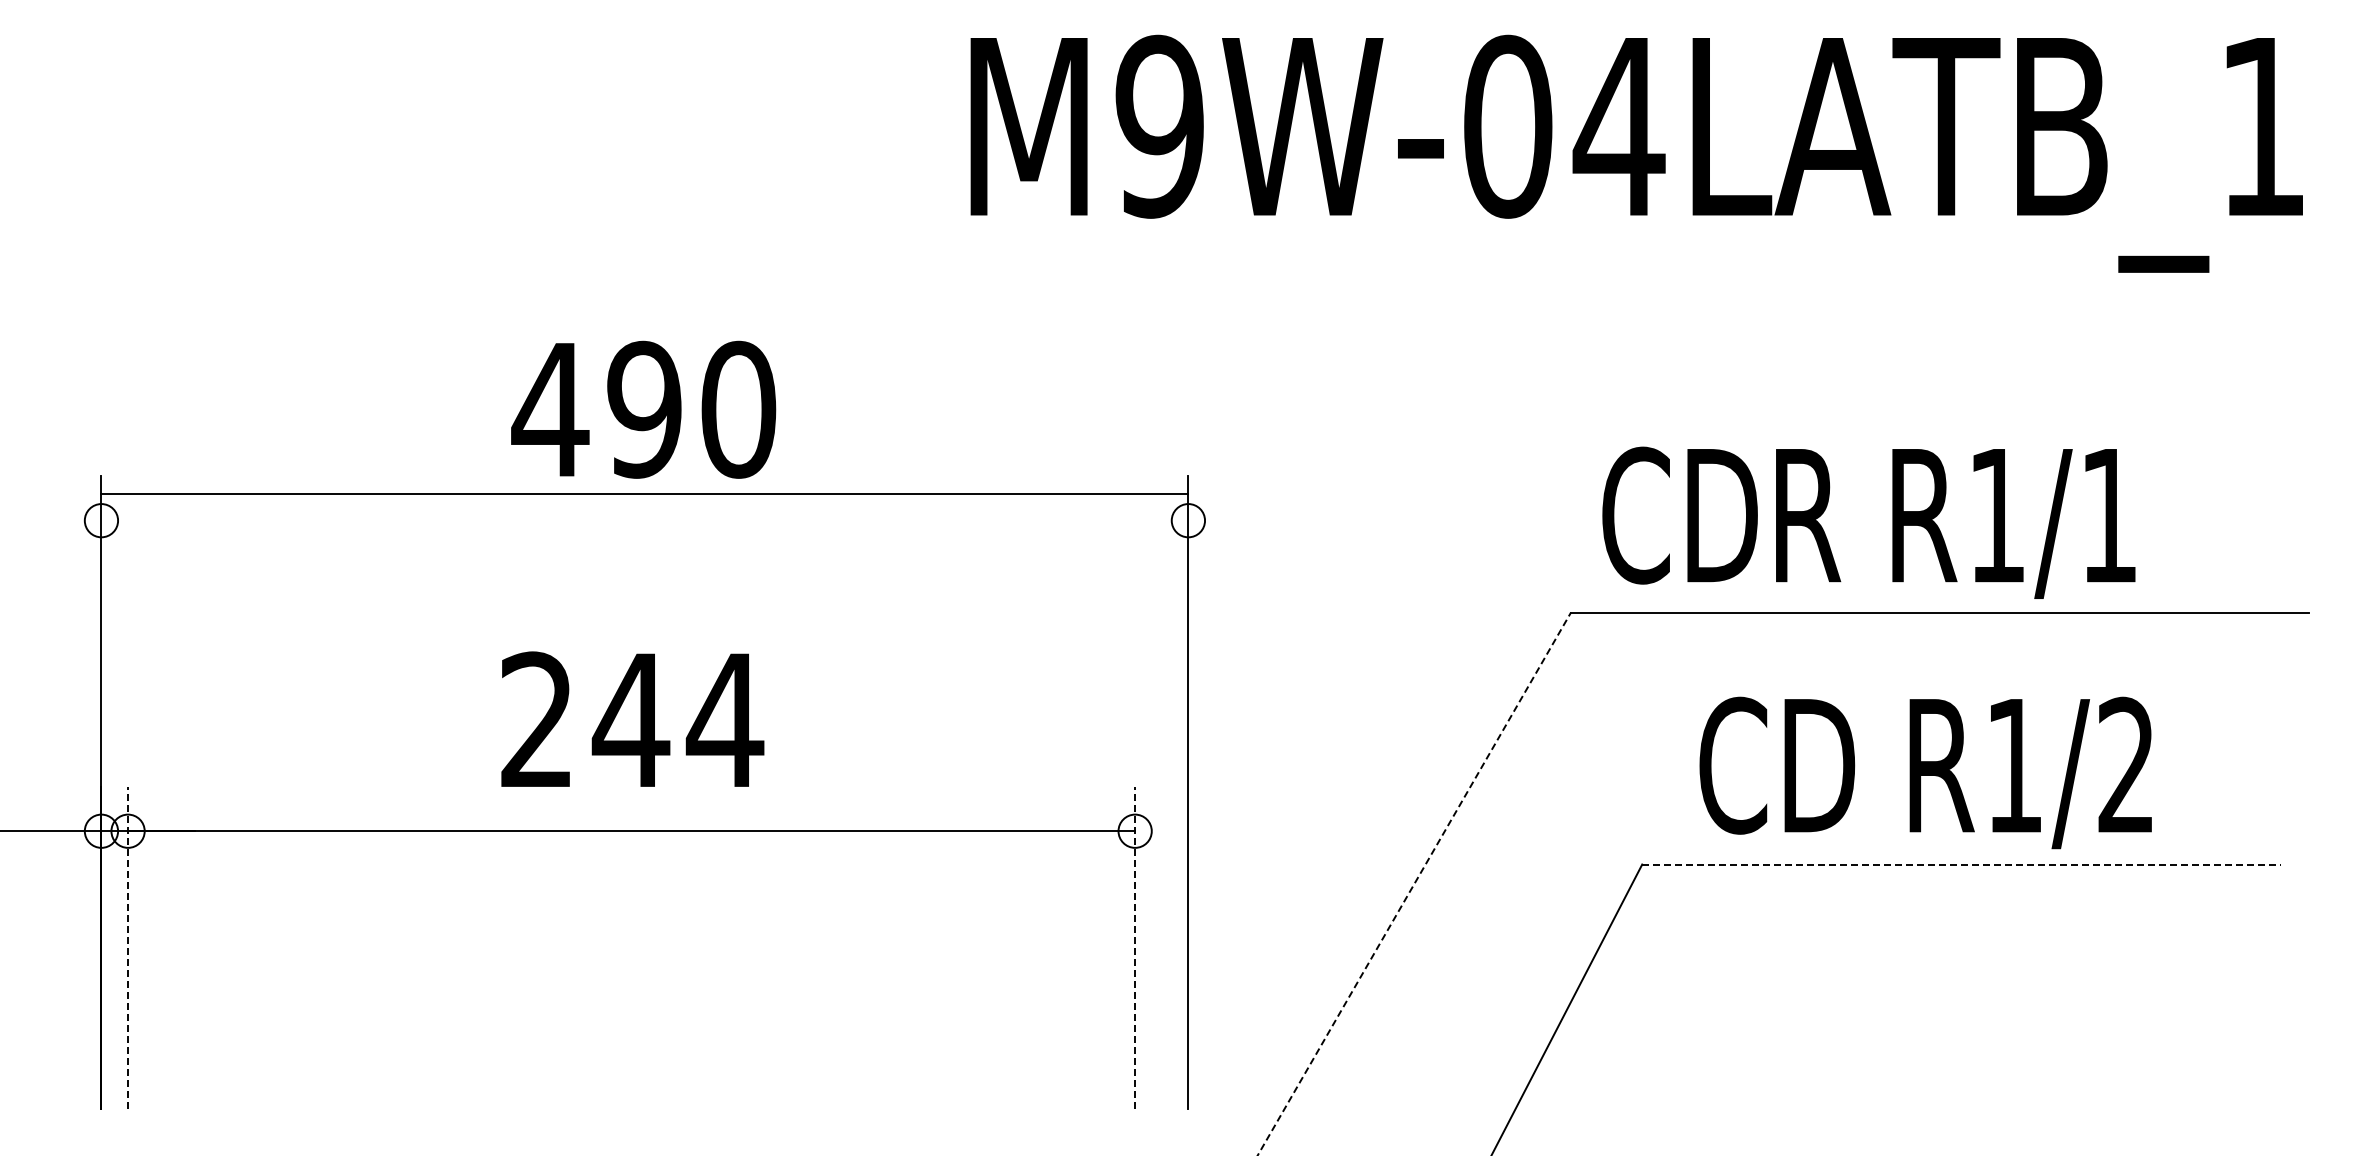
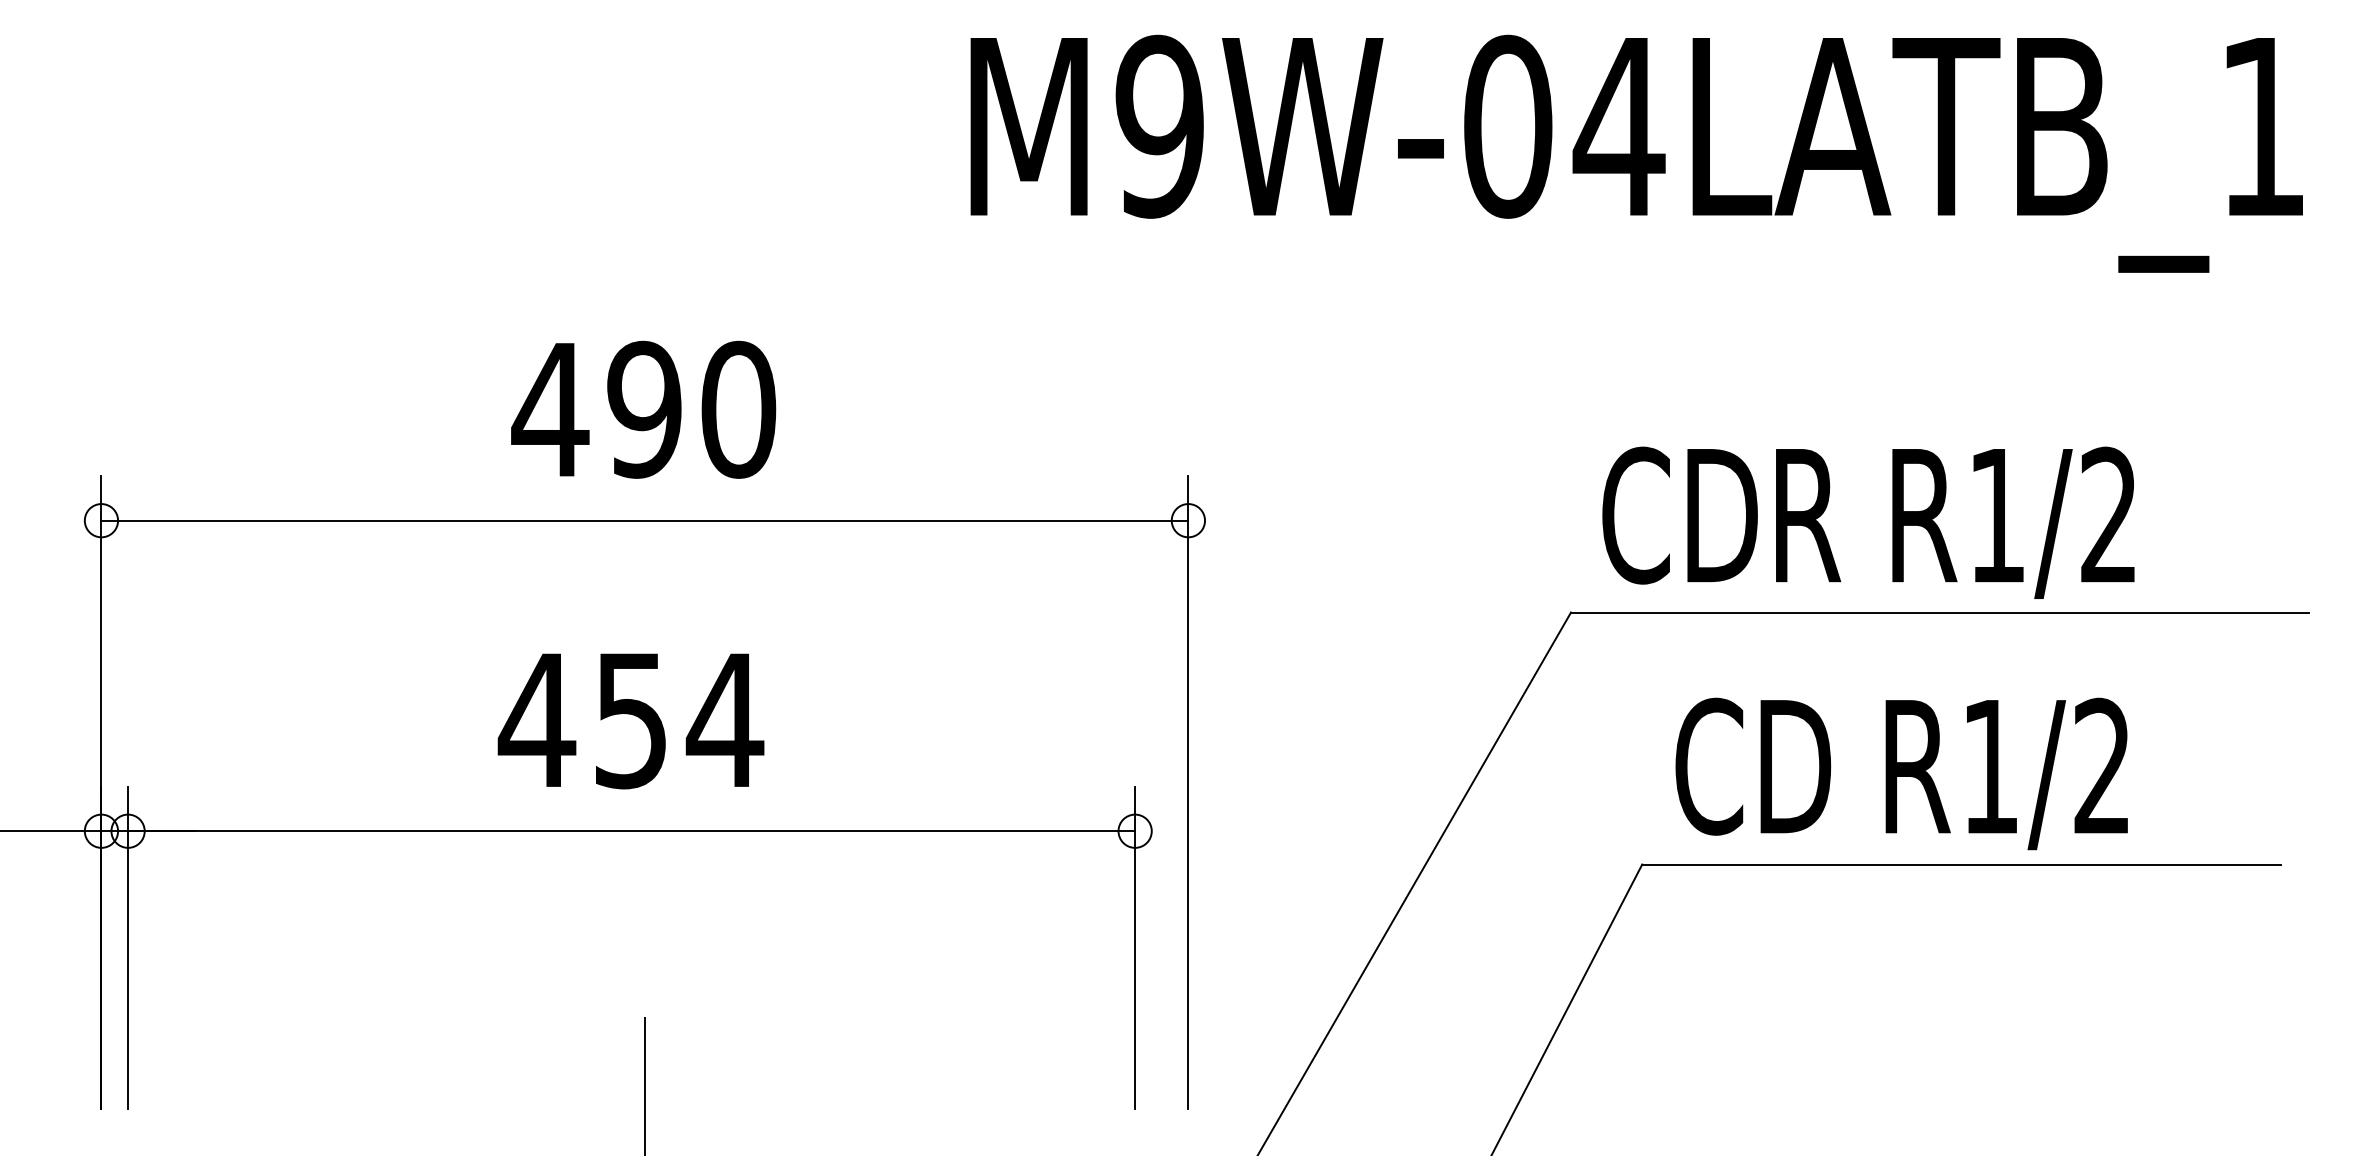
line at (644, 493) position: (644, 493) -> (644, 520)
text at (2108, 514): R1/1 -> R1/2
text at (583, 720): 244 -> 454
text at (1925, 772) position: (1925, 772) -> (1901, 773)
line at (1962, 864): dashed -> solid
line at (1414, 883): dashed -> solid
line at (128, 947): dashed -> solid
line at (1135, 947): dashed -> solid
line at (644, 1084): none -> present
